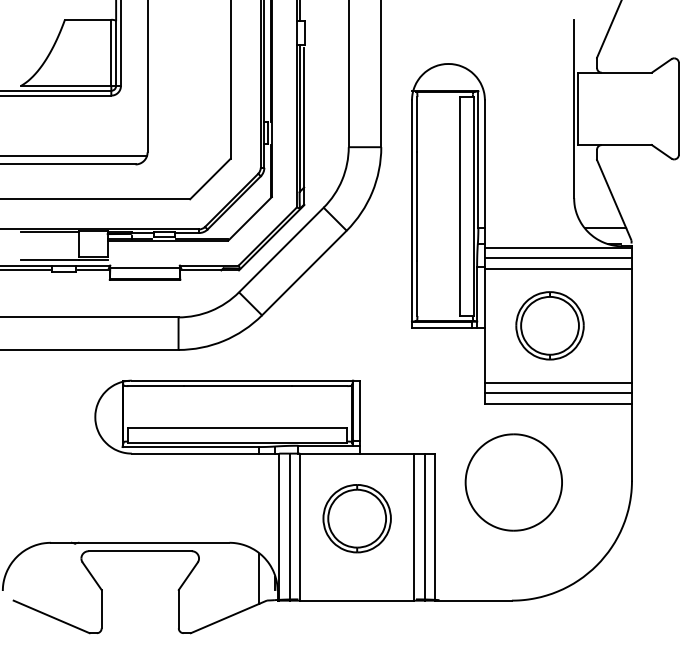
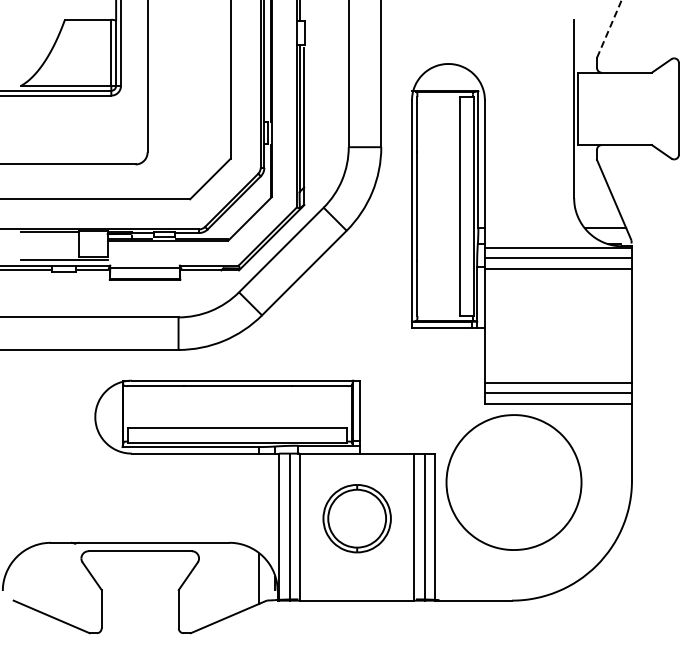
line at (609, 28): solid -> dashed
line at (74, 155): present -> none
part at (549, 325): present -> none
part at (513, 482) size: 99x99 px -> 138x137 px
